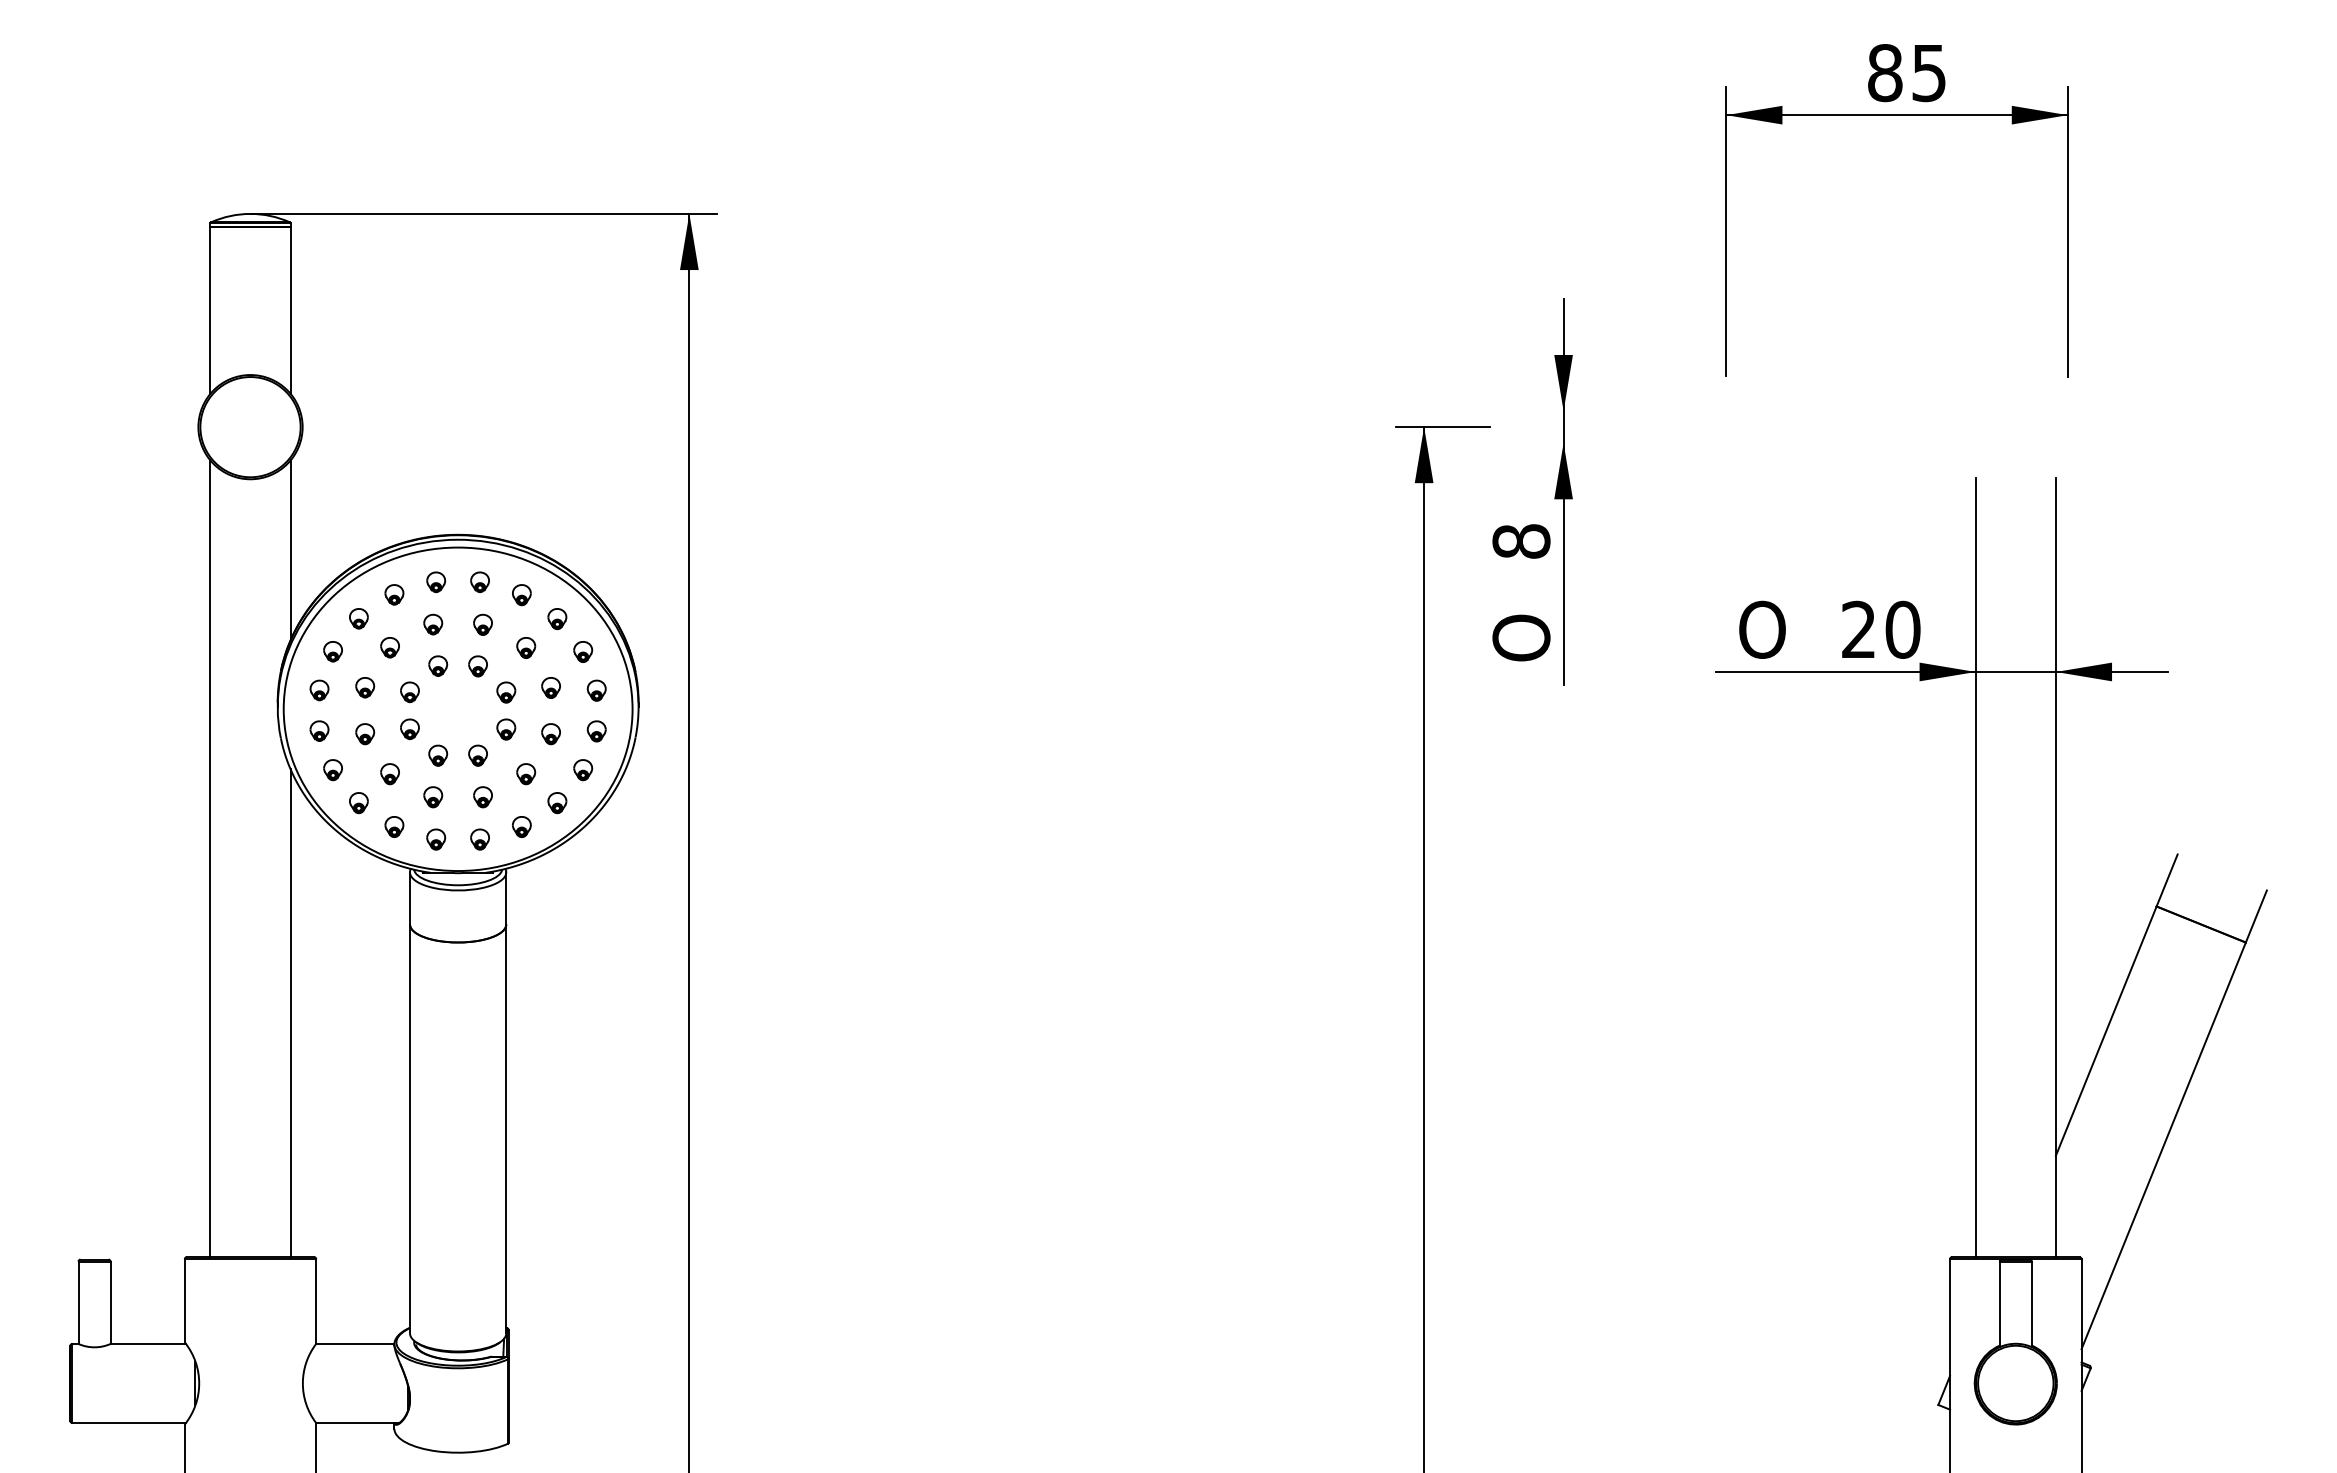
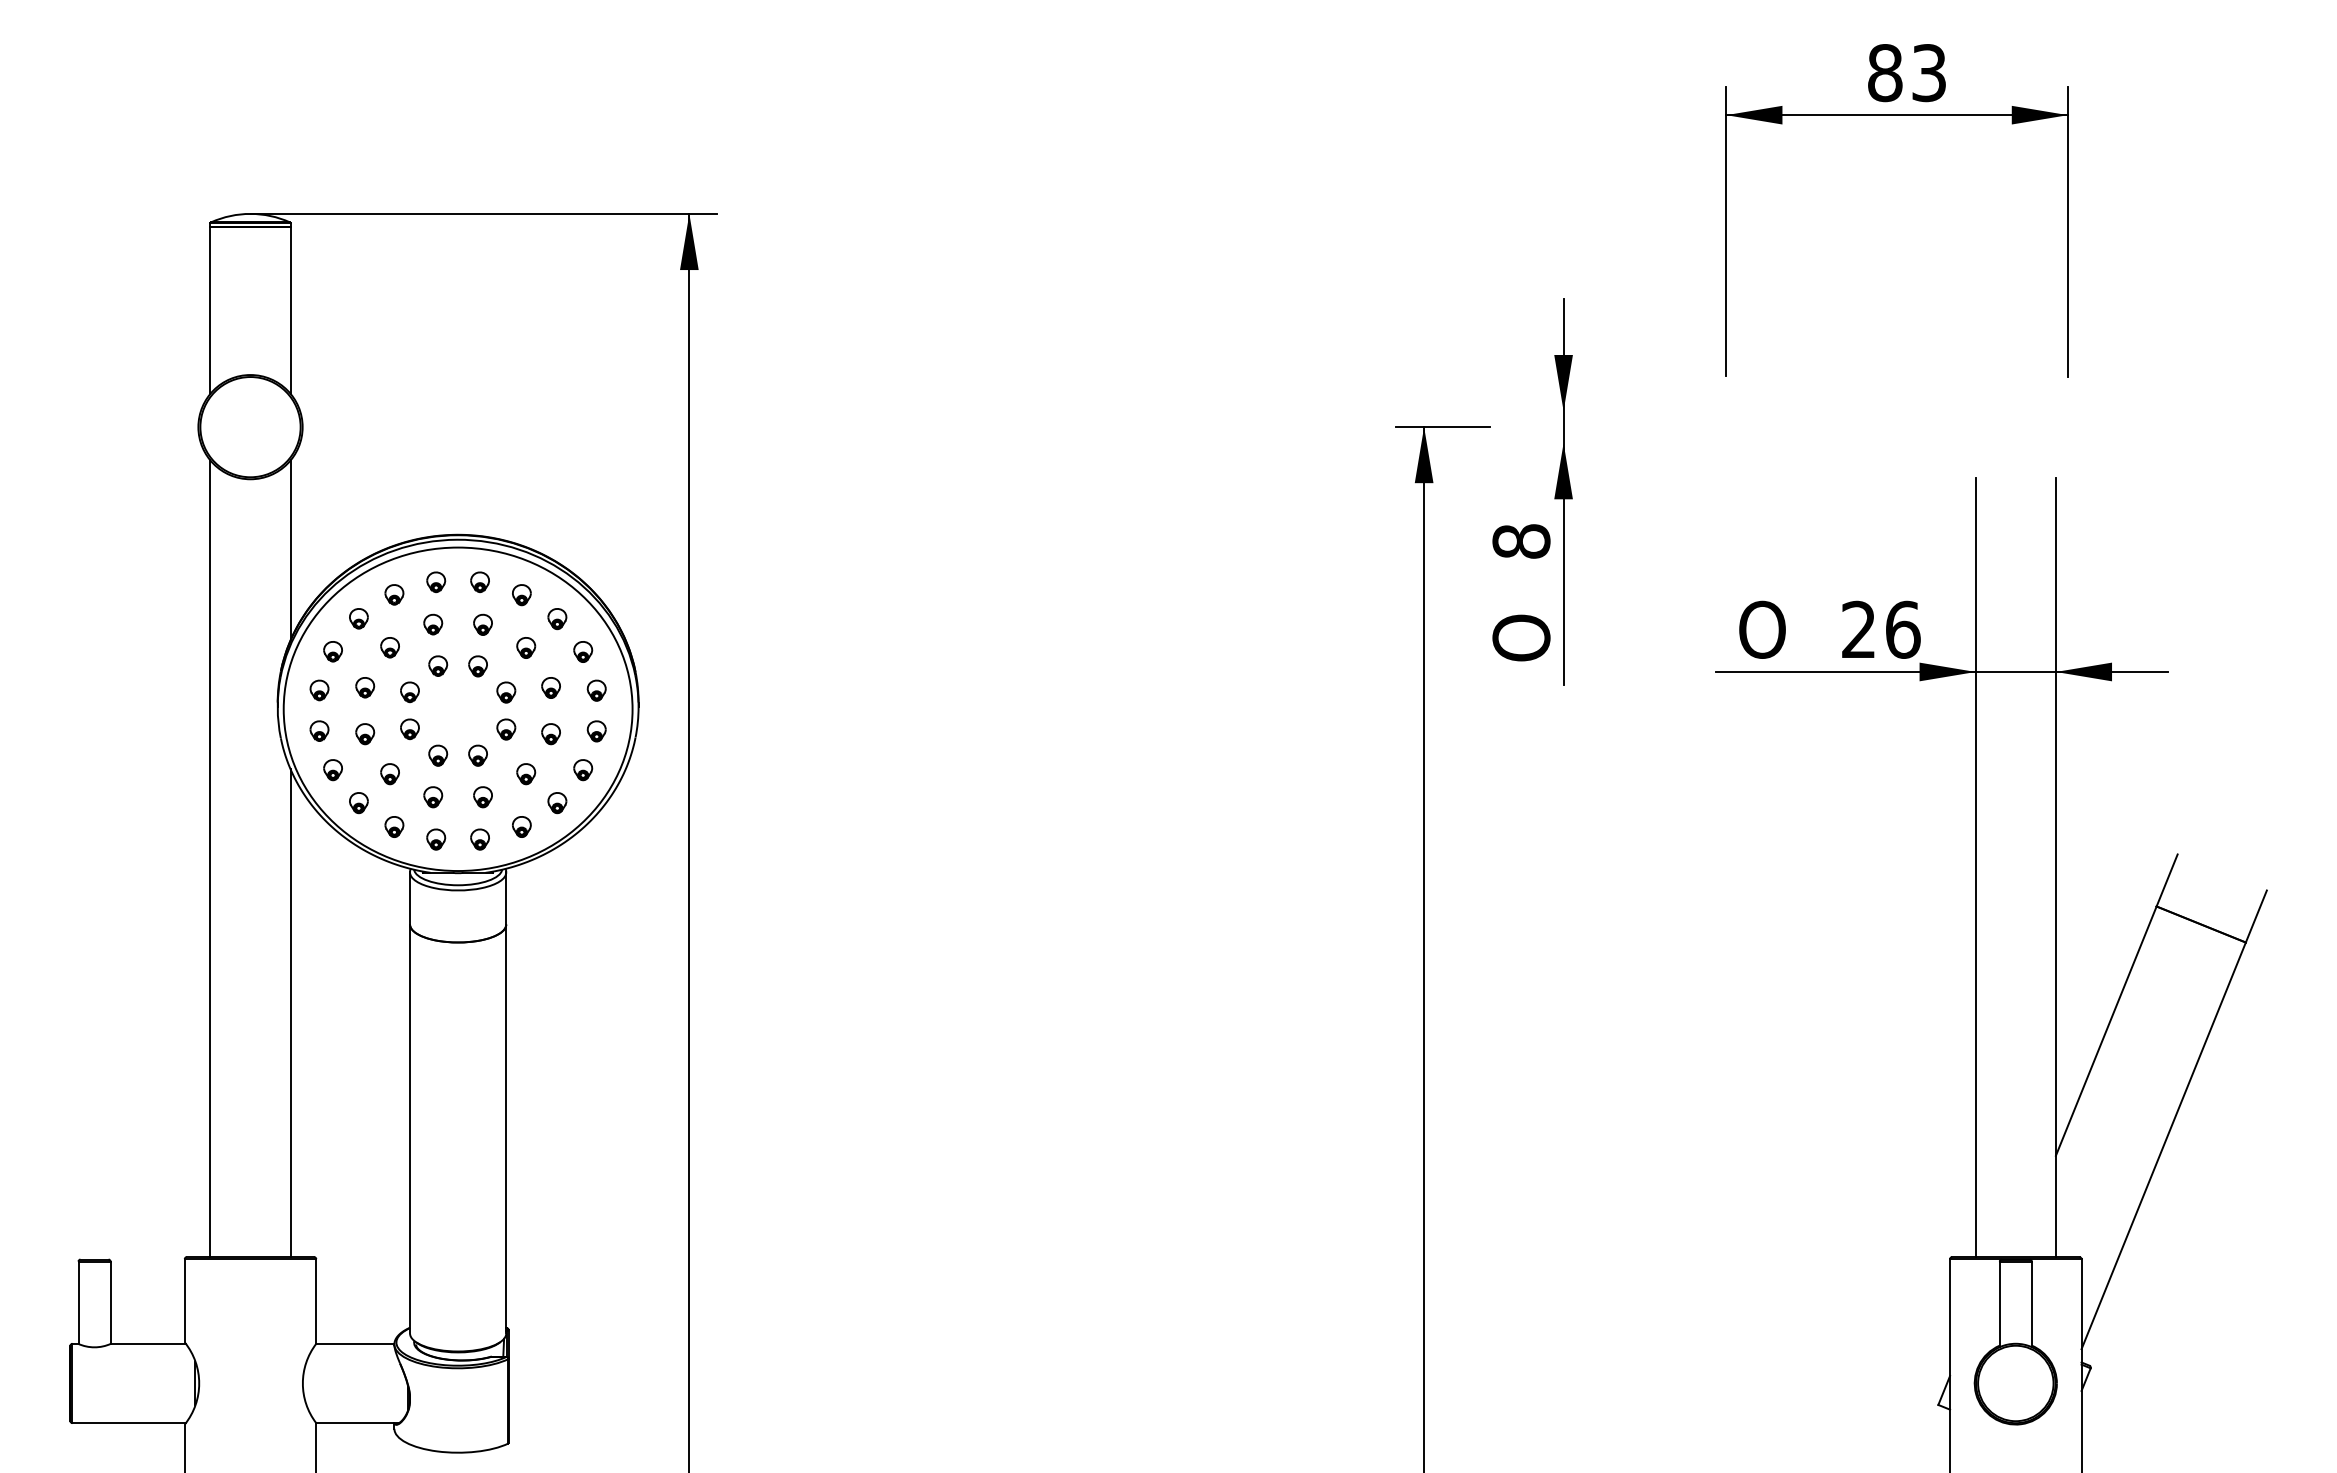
text at (1929, 72): 85 -> 83
text at (1902, 629): 20 -> 26
